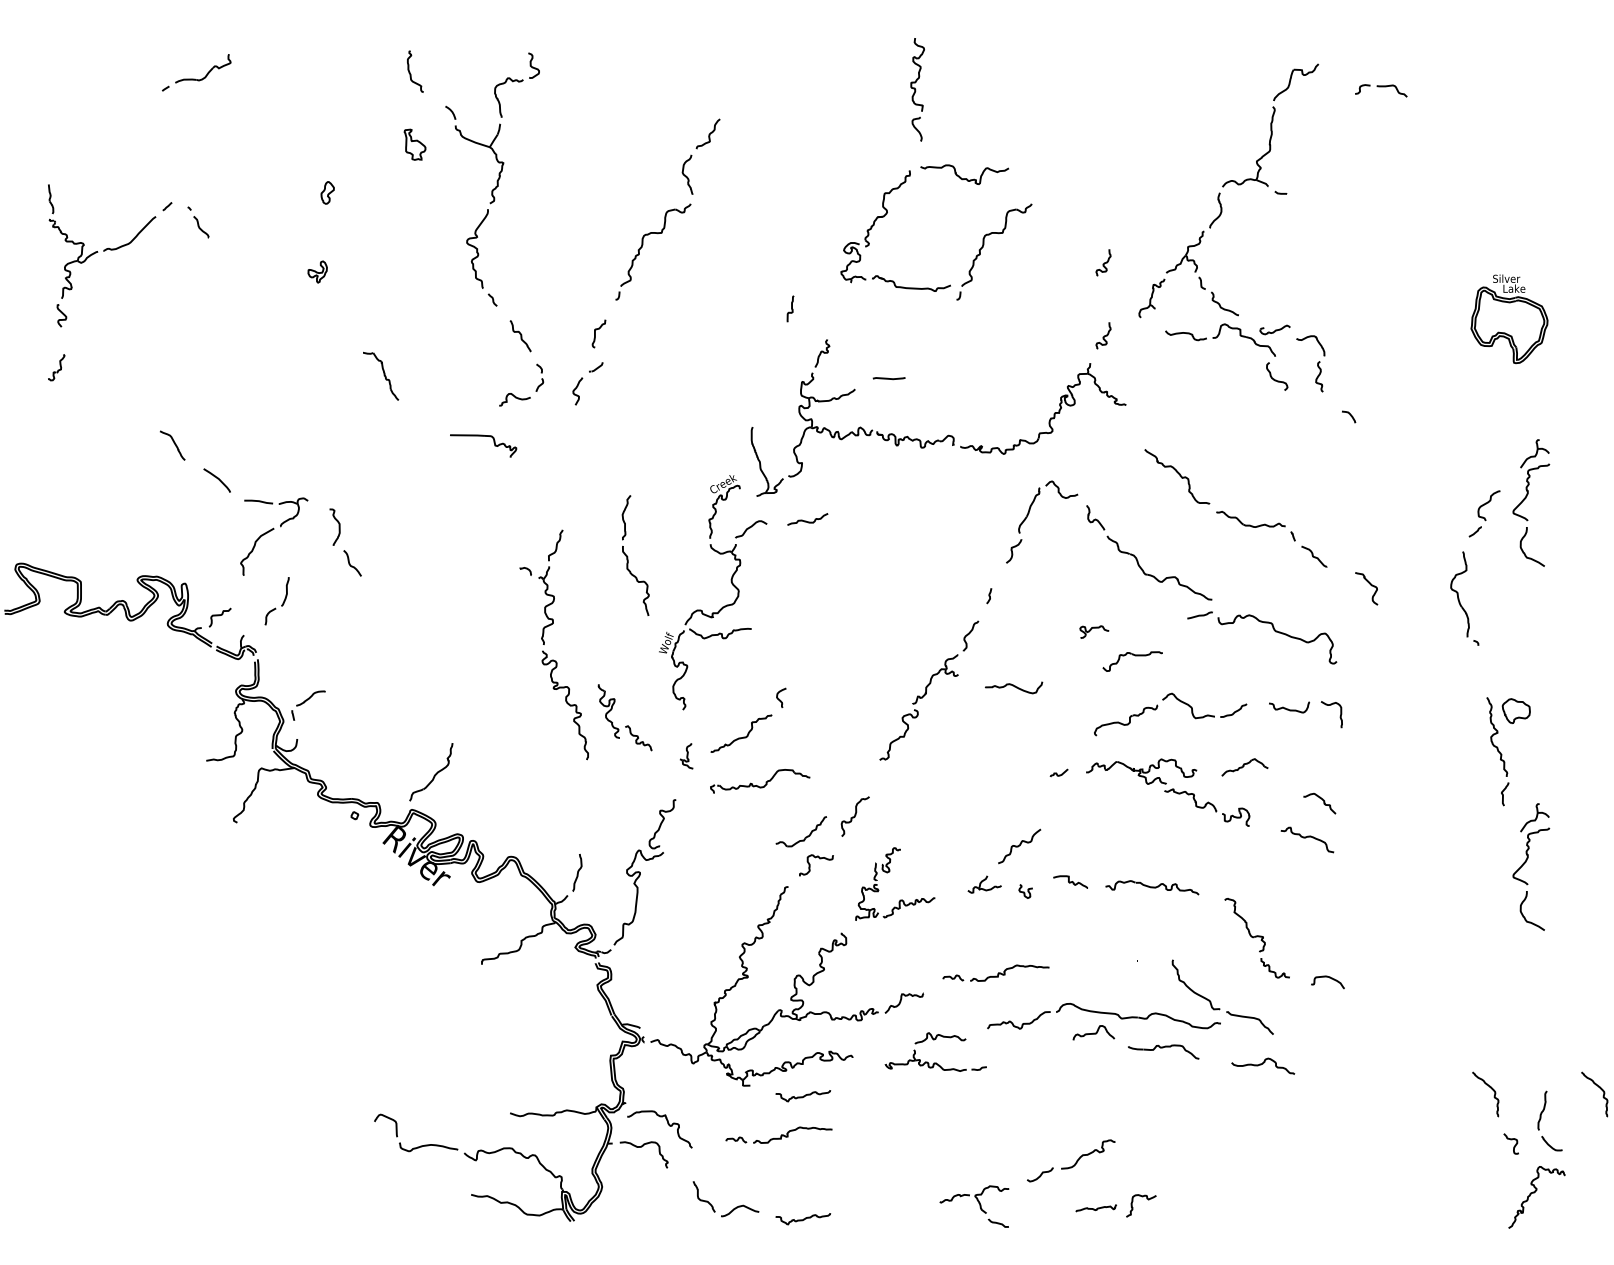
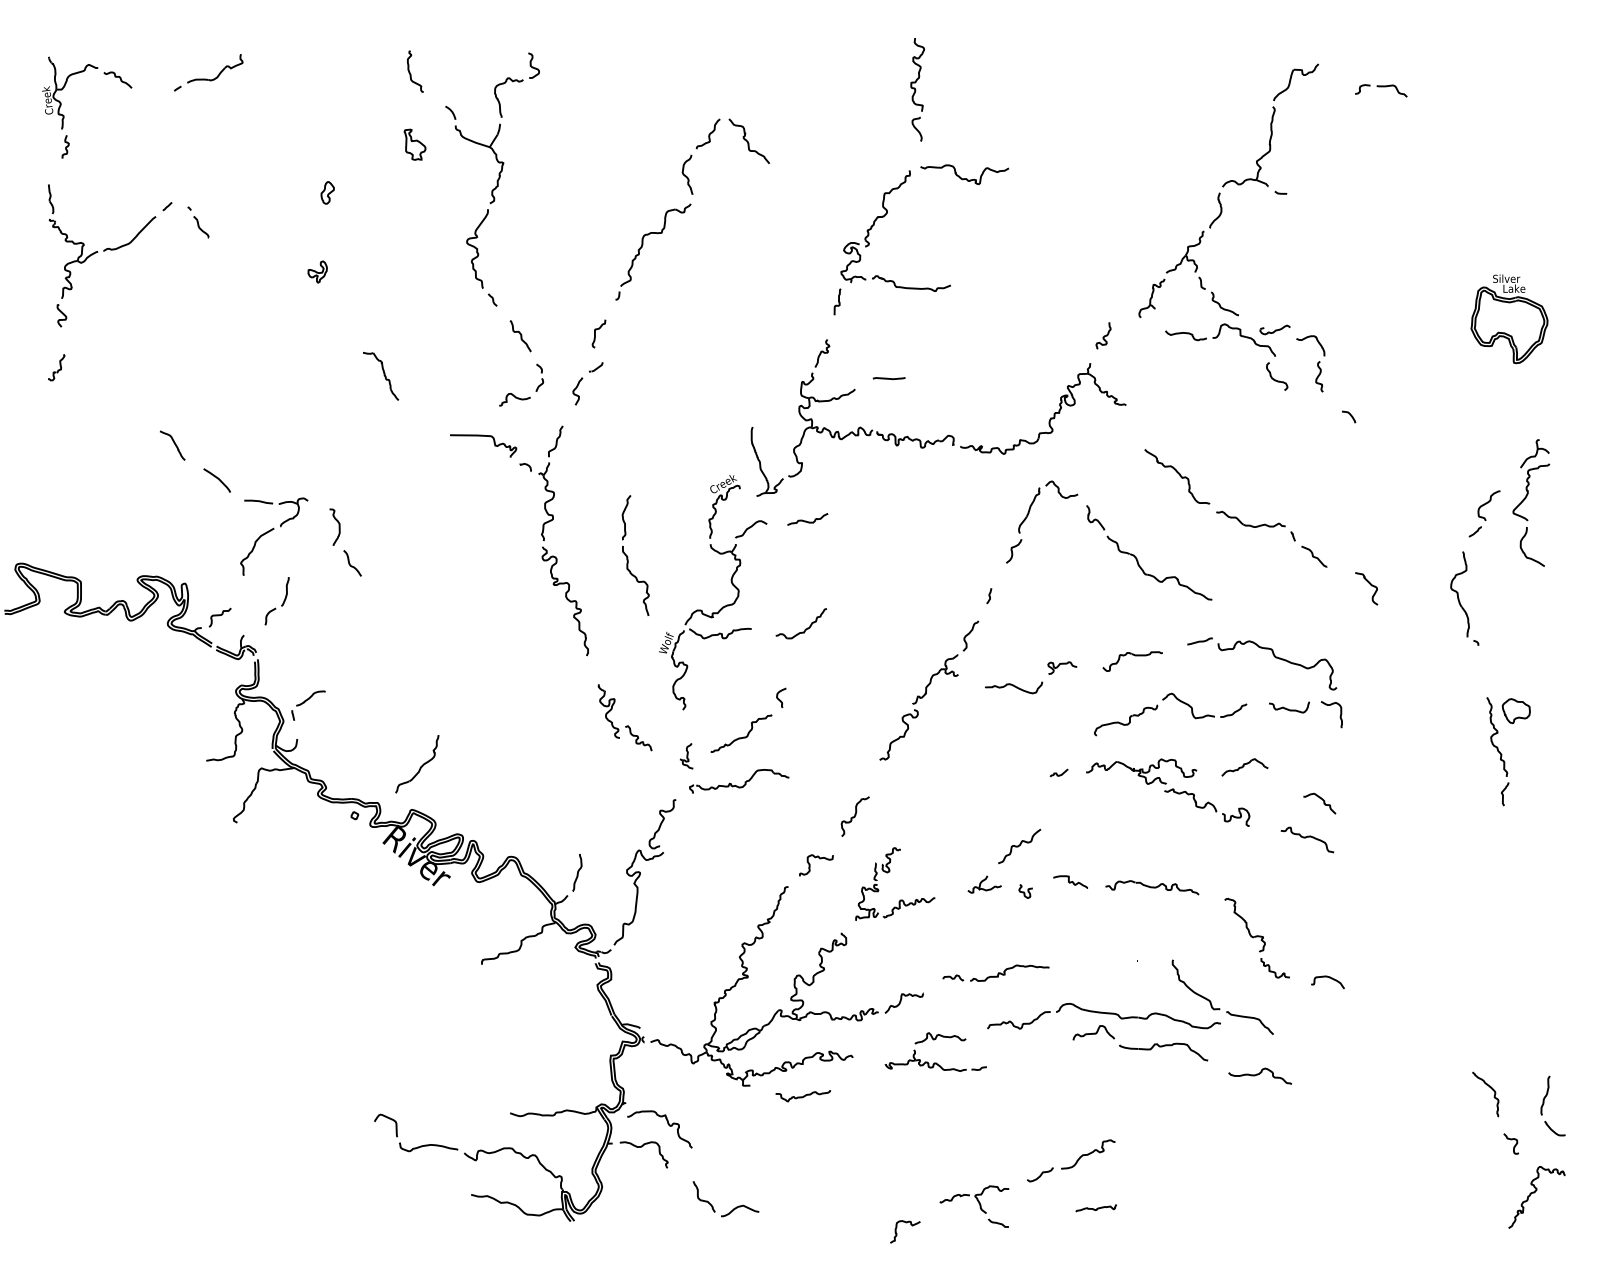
part at (195, 78) position: (195, 78) -> (207, 78)
part at (64, 115): none -> present
curve at (747, 140): none -> present
part at (984, 245): present -> none
curve at (1104, 262): present -> none
curve at (791, 308) position: (791, 308) -> (838, 301)
part at (1273, 630) position: (1273, 630) -> (1273, 656)
part at (1094, 631) position: (1094, 631) -> (1062, 667)
part at (544, 644) position: (544, 644) -> (544, 540)
part at (431, 772) position: (431, 772) -> (417, 764)
part at (760, 781) position: (760, 781) -> (739, 781)
part at (805, 836) position: (805, 836) -> (805, 628)
part at (1526, 862): present -> none
part at (1163, 1051) size: 72x16 px -> 90x20 px
curve at (1263, 1064) position: (1263, 1064) -> (1260, 1074)
curve at (1599, 1088): present -> none
part at (1541, 1118) position: (1541, 1118) -> (1544, 1103)
part at (778, 1134): present -> none
curve at (1142, 1197) position: (1142, 1197) -> (906, 1223)
curve at (803, 1219): present -> none
